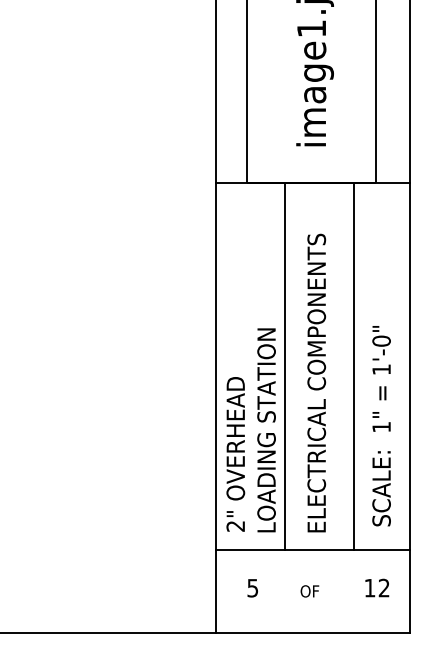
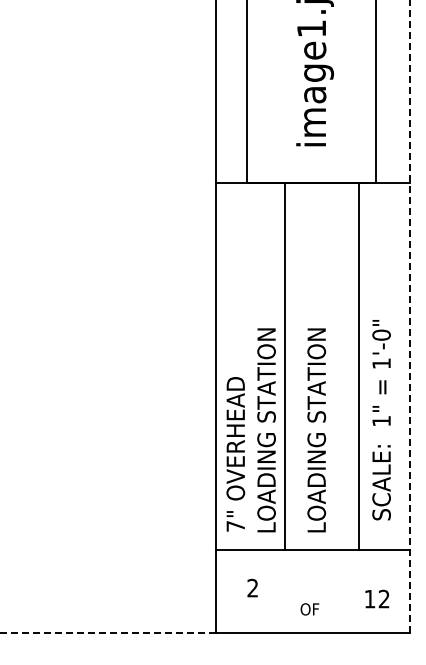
line at (409, 316): solid -> dashed
line at (354, 365) position: (354, 365) -> (359, 365)
text at (316, 381): ELECTRICAL COMPONENTS -> LOADING STATION
text at (381, 426) position: (381, 426) -> (381, 420)
text at (235, 526): 2" -> 7"
text at (252, 587): 5 -> 2
text at (377, 587) position: (377, 587) -> (377, 598)
text at (309, 591) position: (309, 591) -> (309, 609)
line at (108, 633): solid -> dashed
